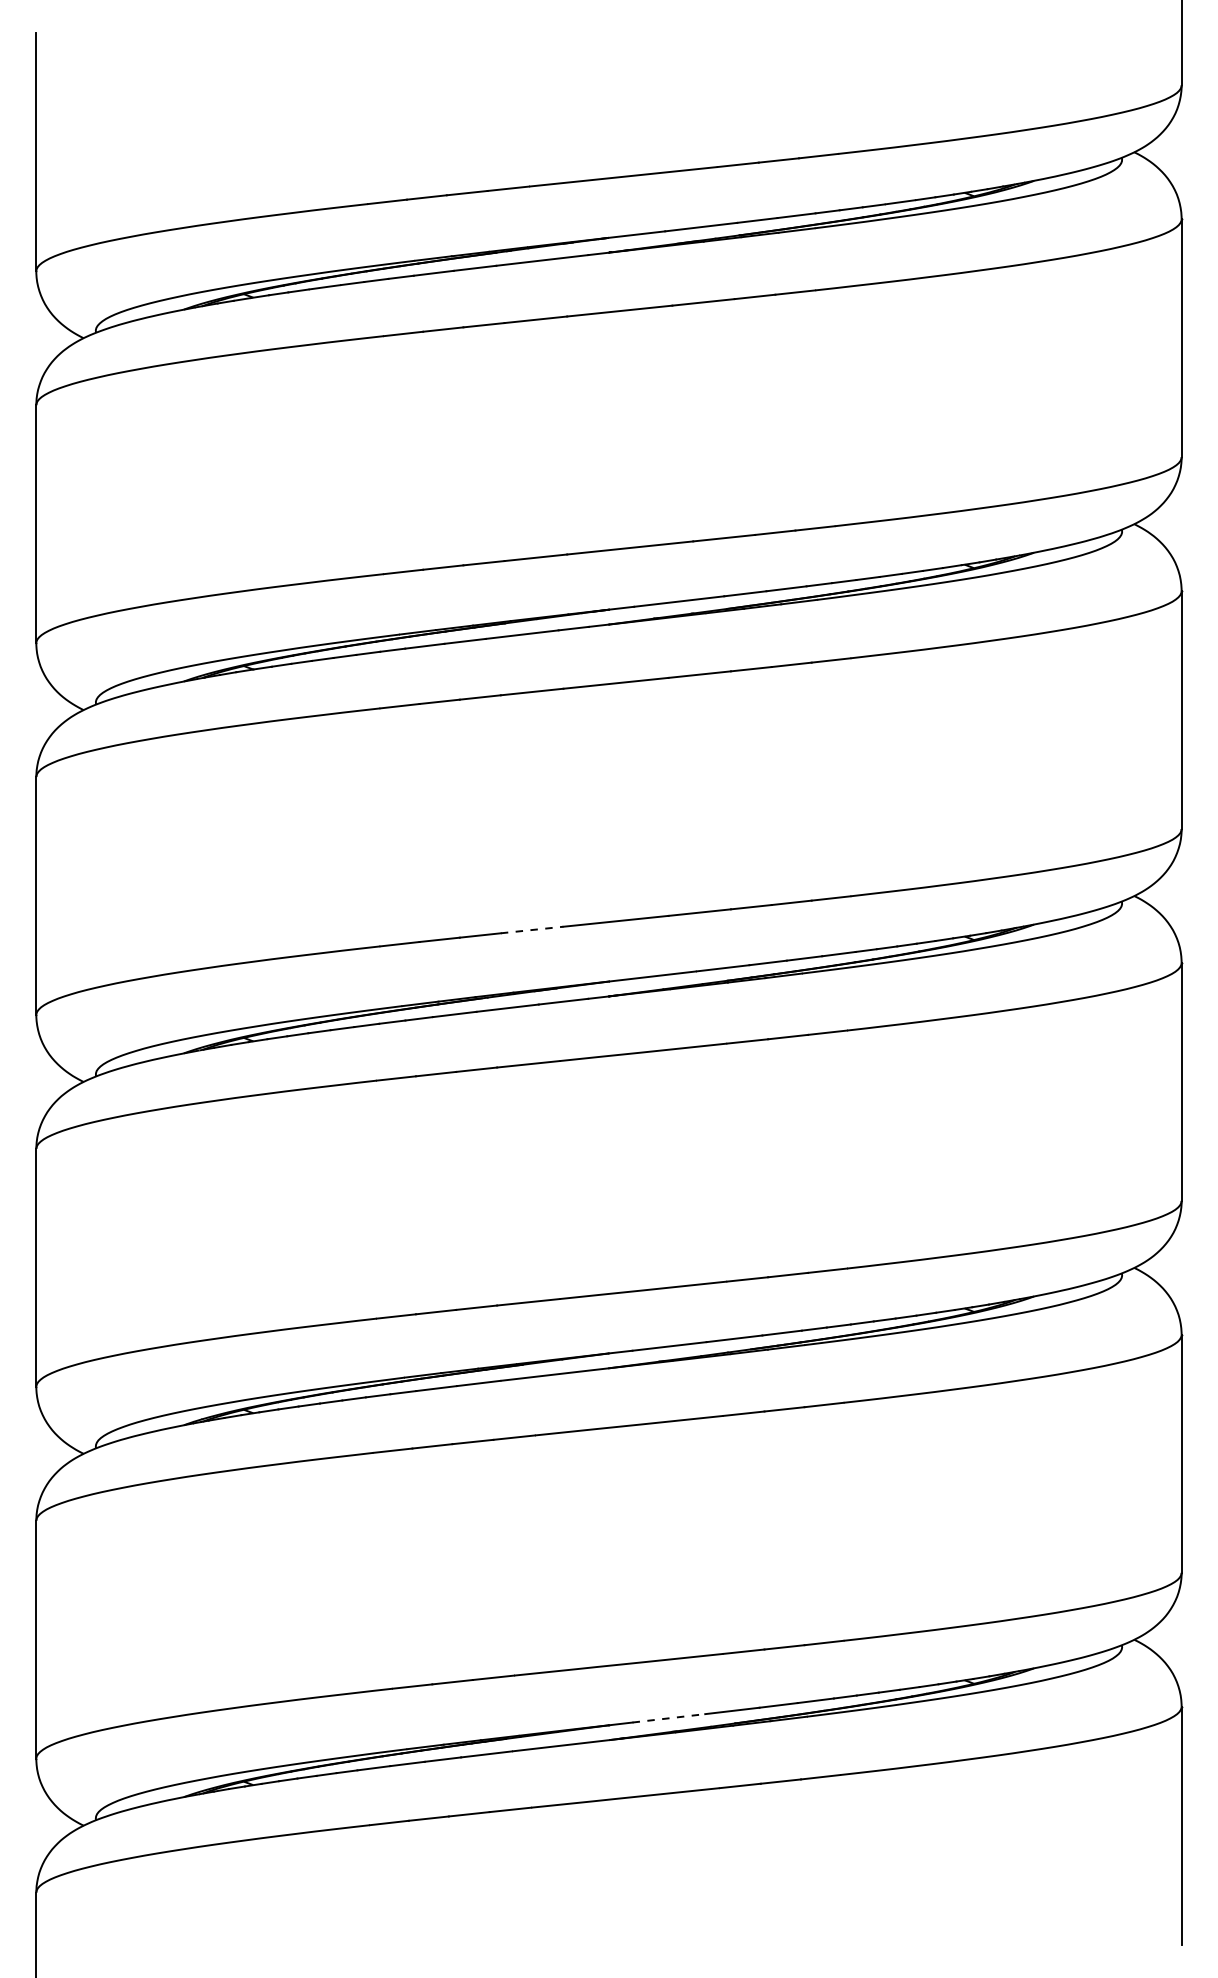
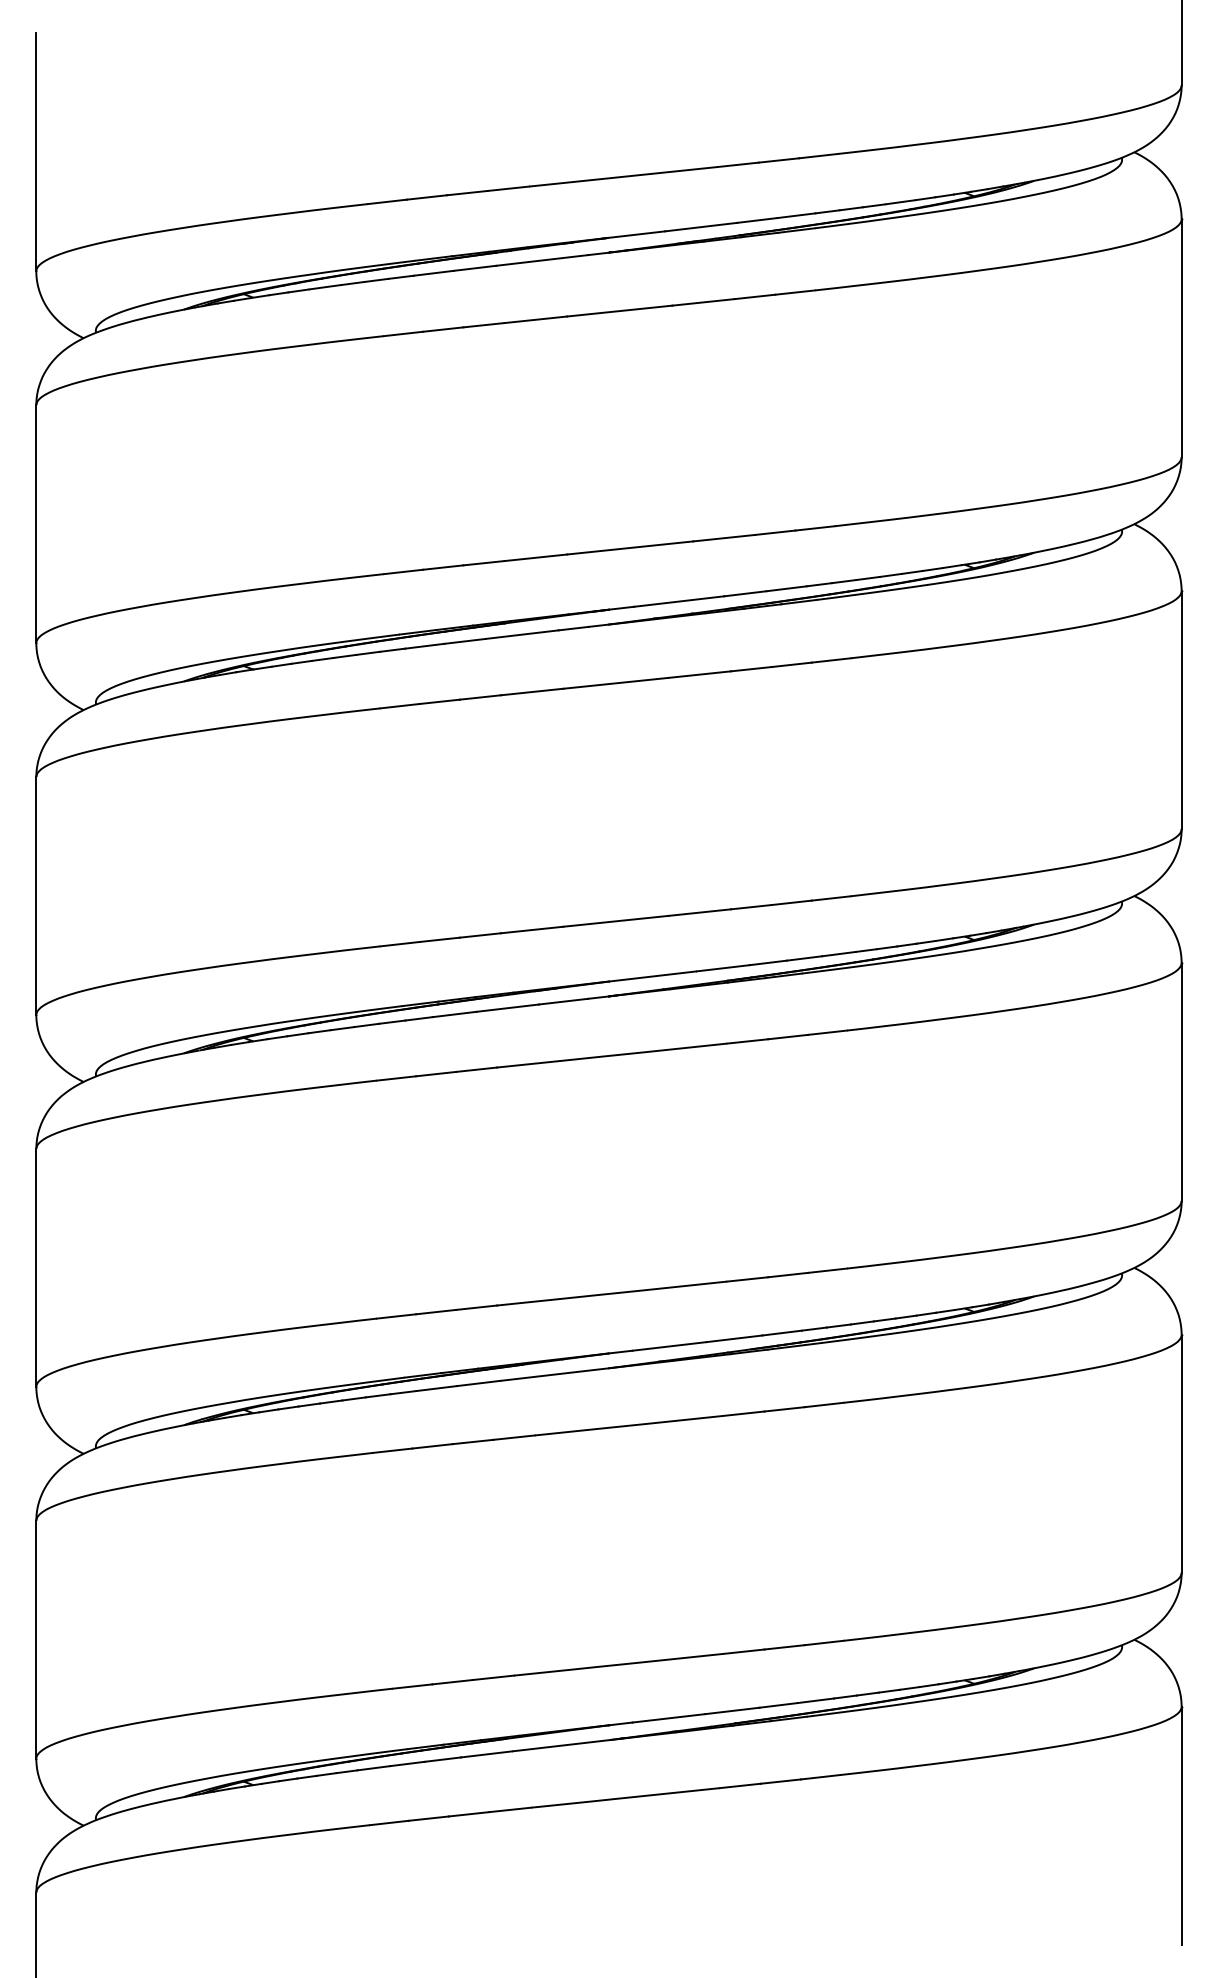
line at (532, 929): dashed -> solid
line at (668, 1718): dashed -> solid
